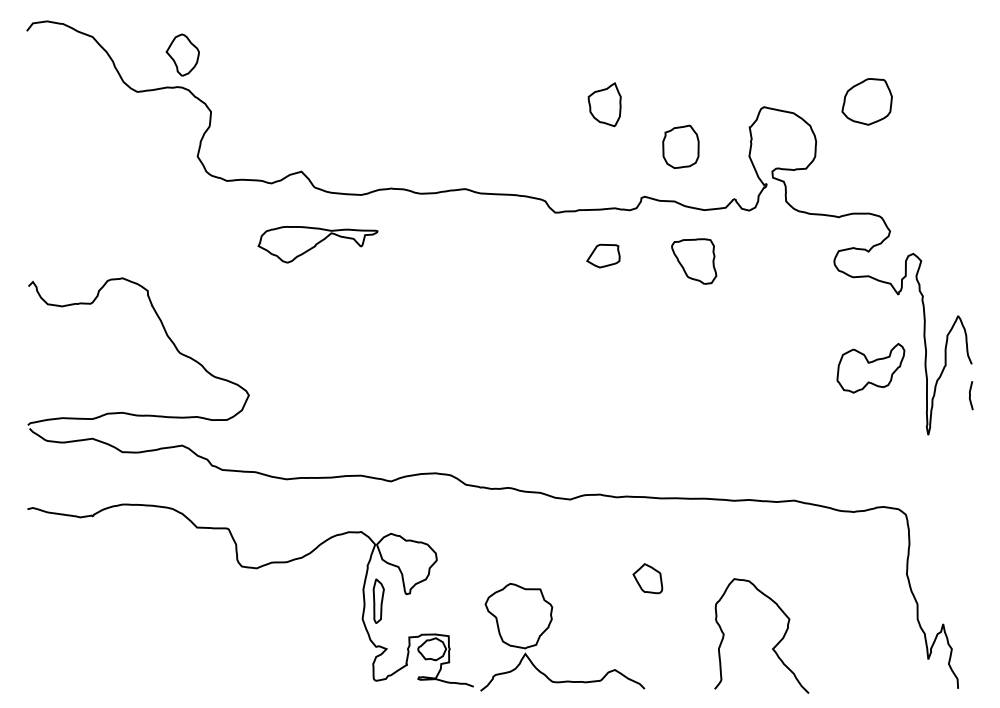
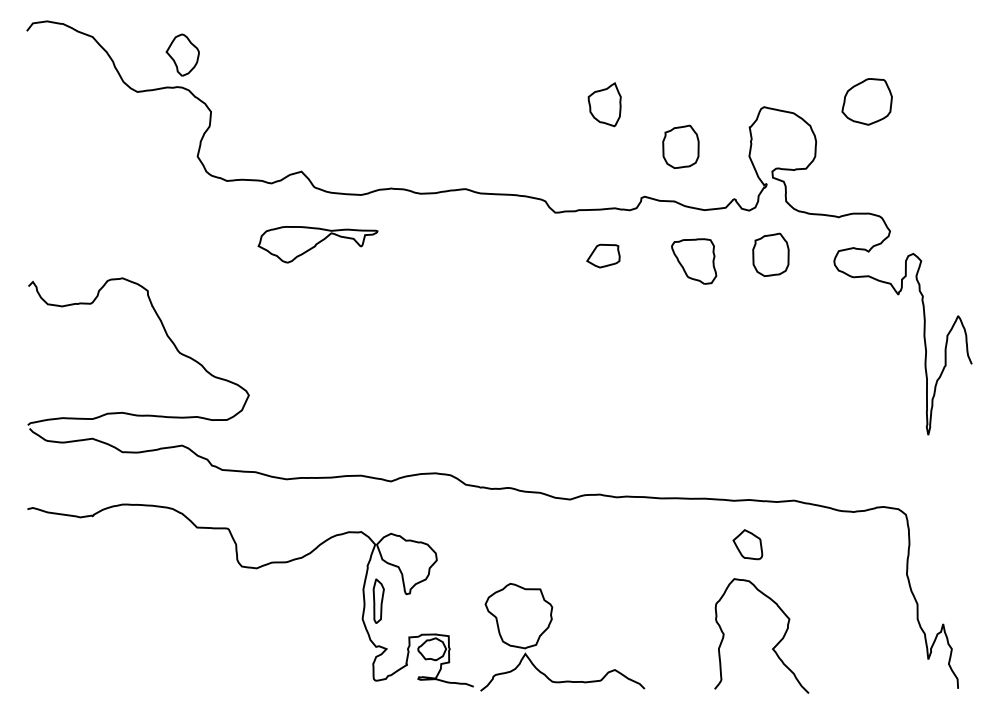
part at (770, 254): none -> present
part at (870, 367): present -> none
line at (970, 395): present -> none
part at (647, 578) position: (647, 578) -> (747, 544)
